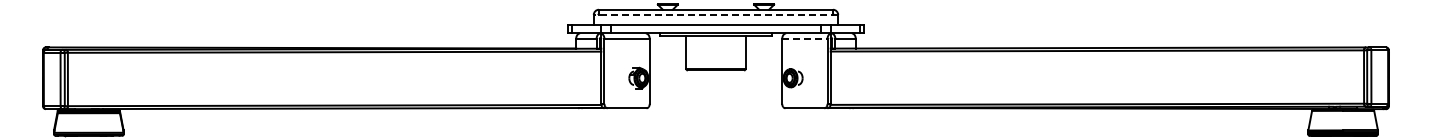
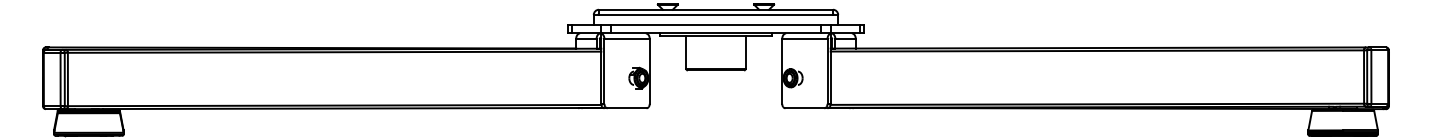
line at (715, 14): dashed -> solid
line at (804, 39): dashed -> solid
